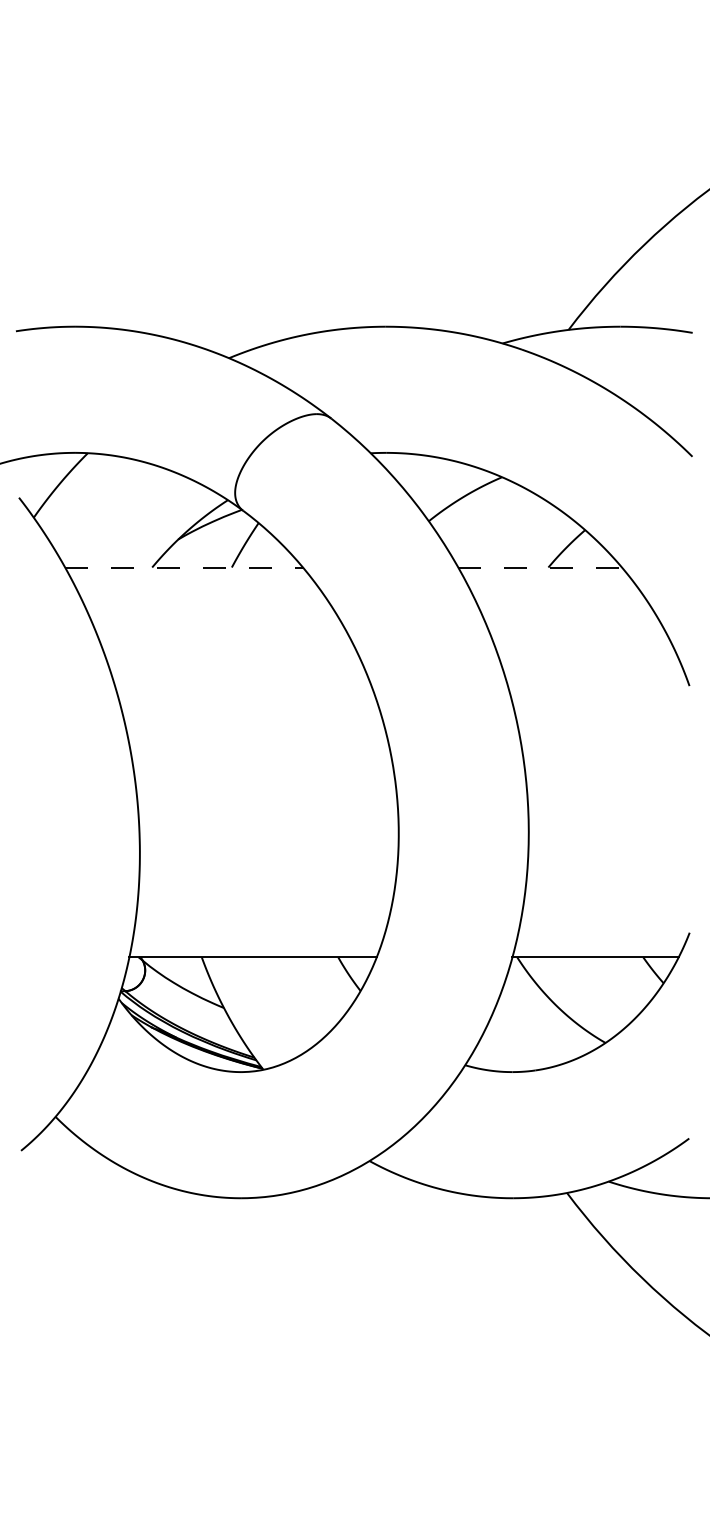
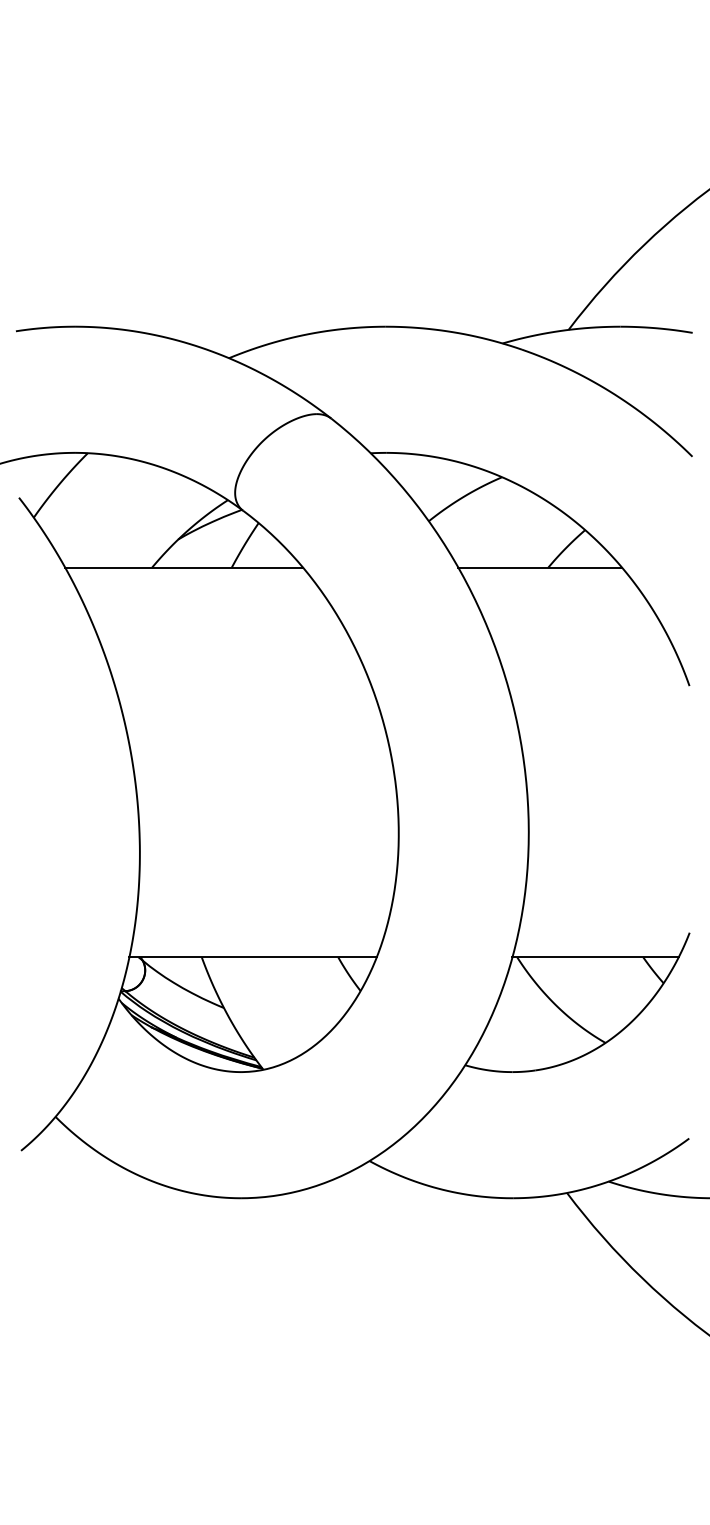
line at (184, 567): dashed -> solid
line at (540, 567): dashed -> solid
